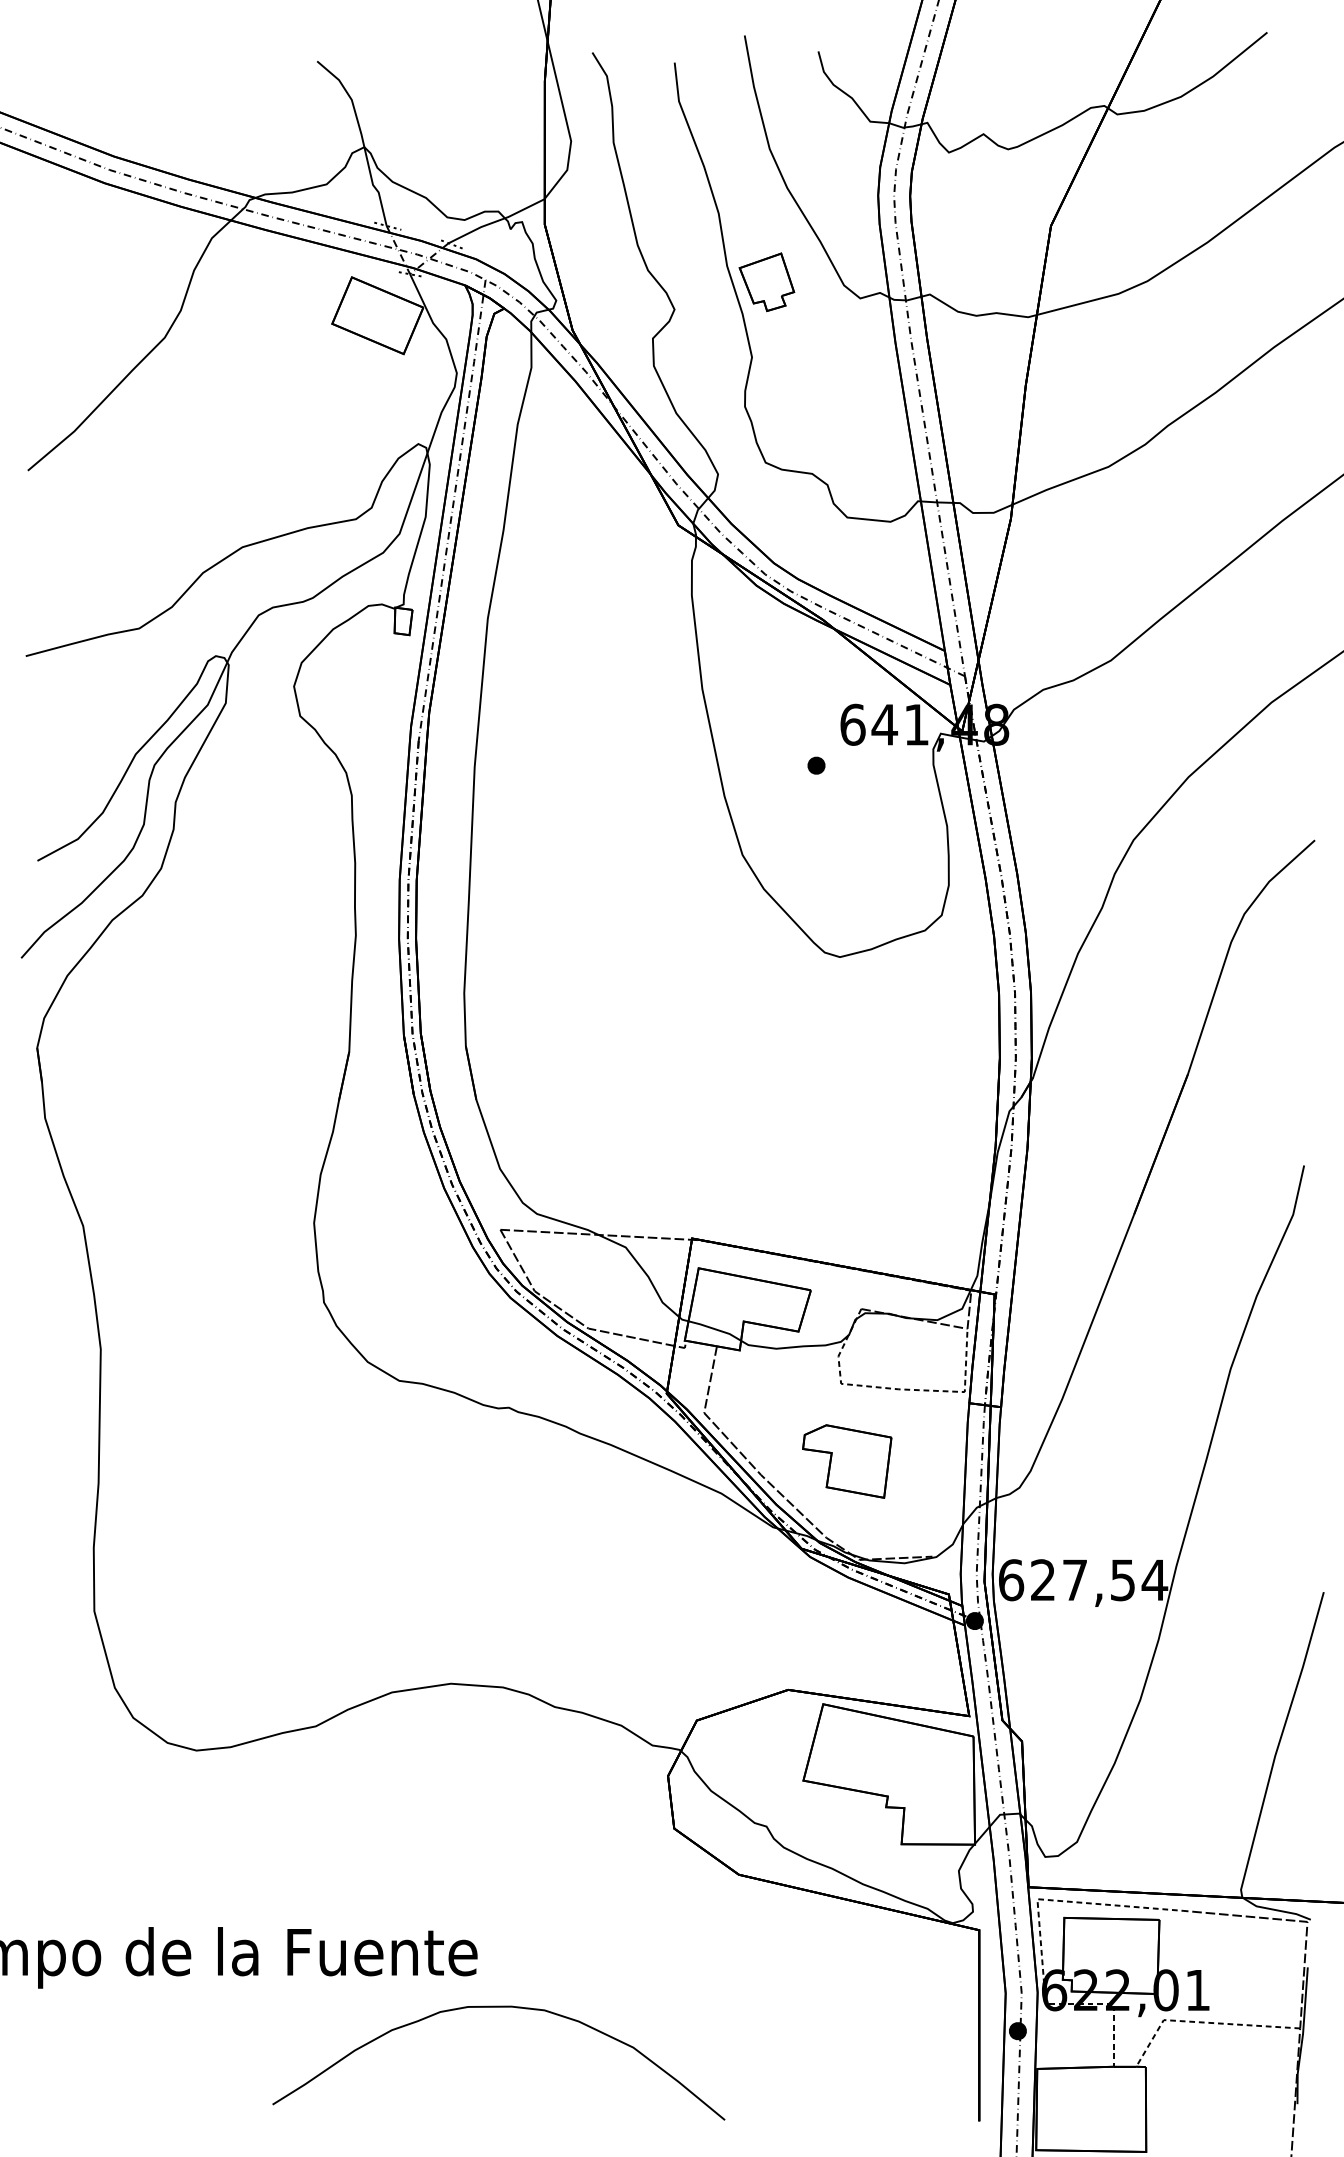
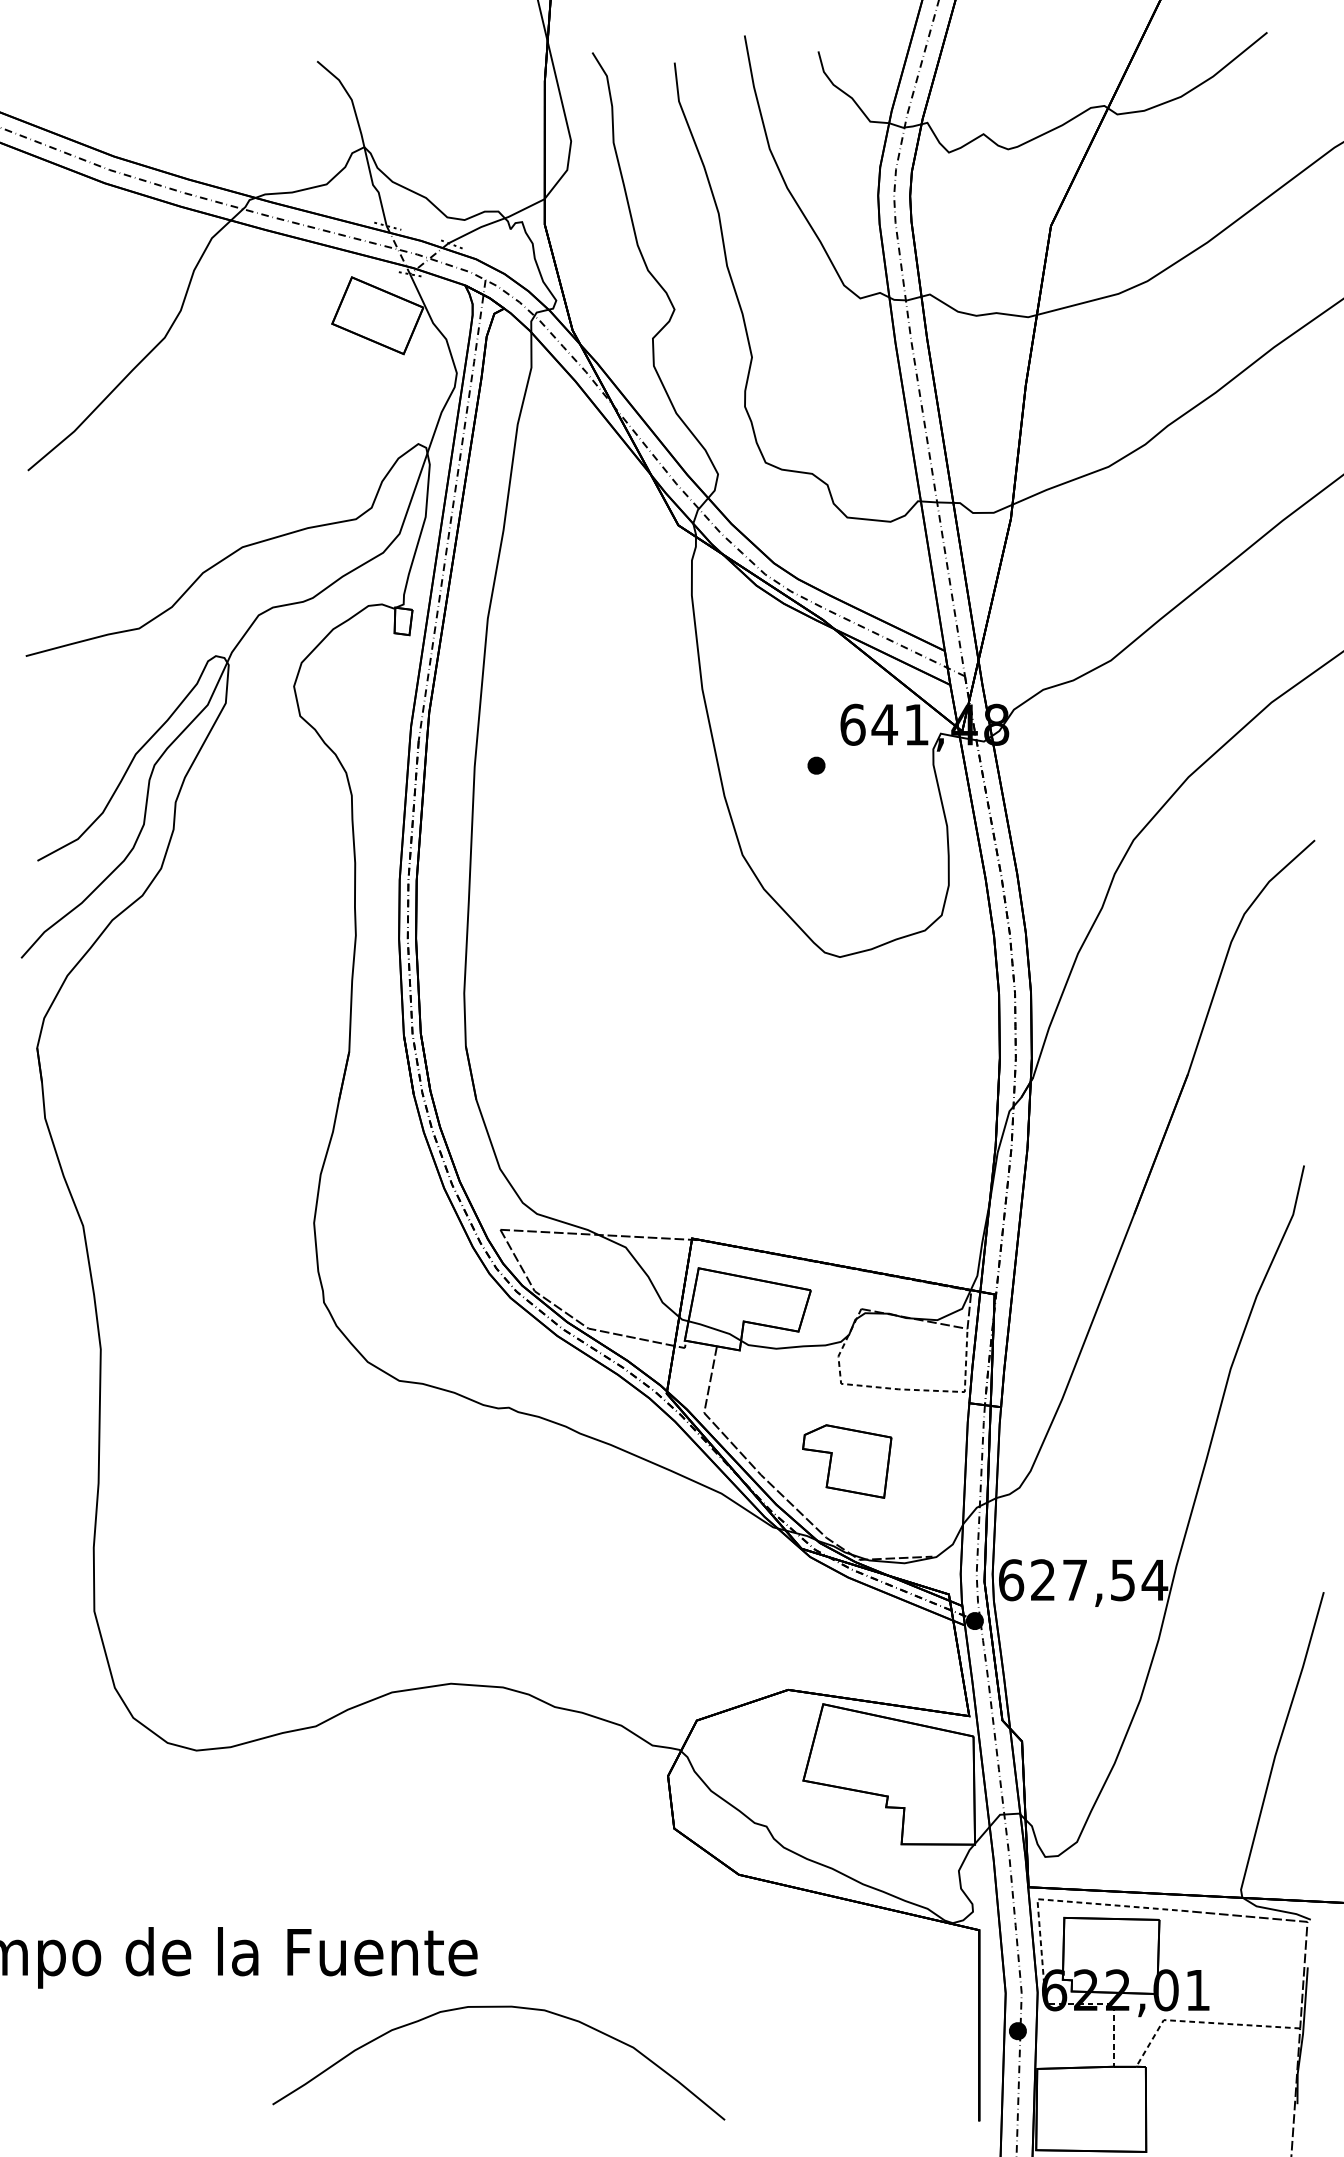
part at (766, 282): present -> none
